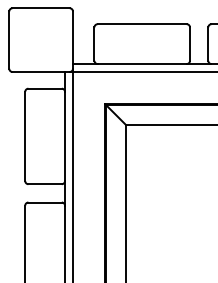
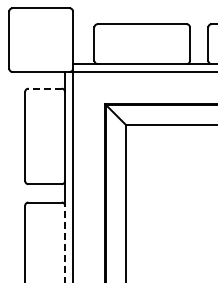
line at (45, 88): solid -> dashed
line at (65, 244): solid -> dashed
